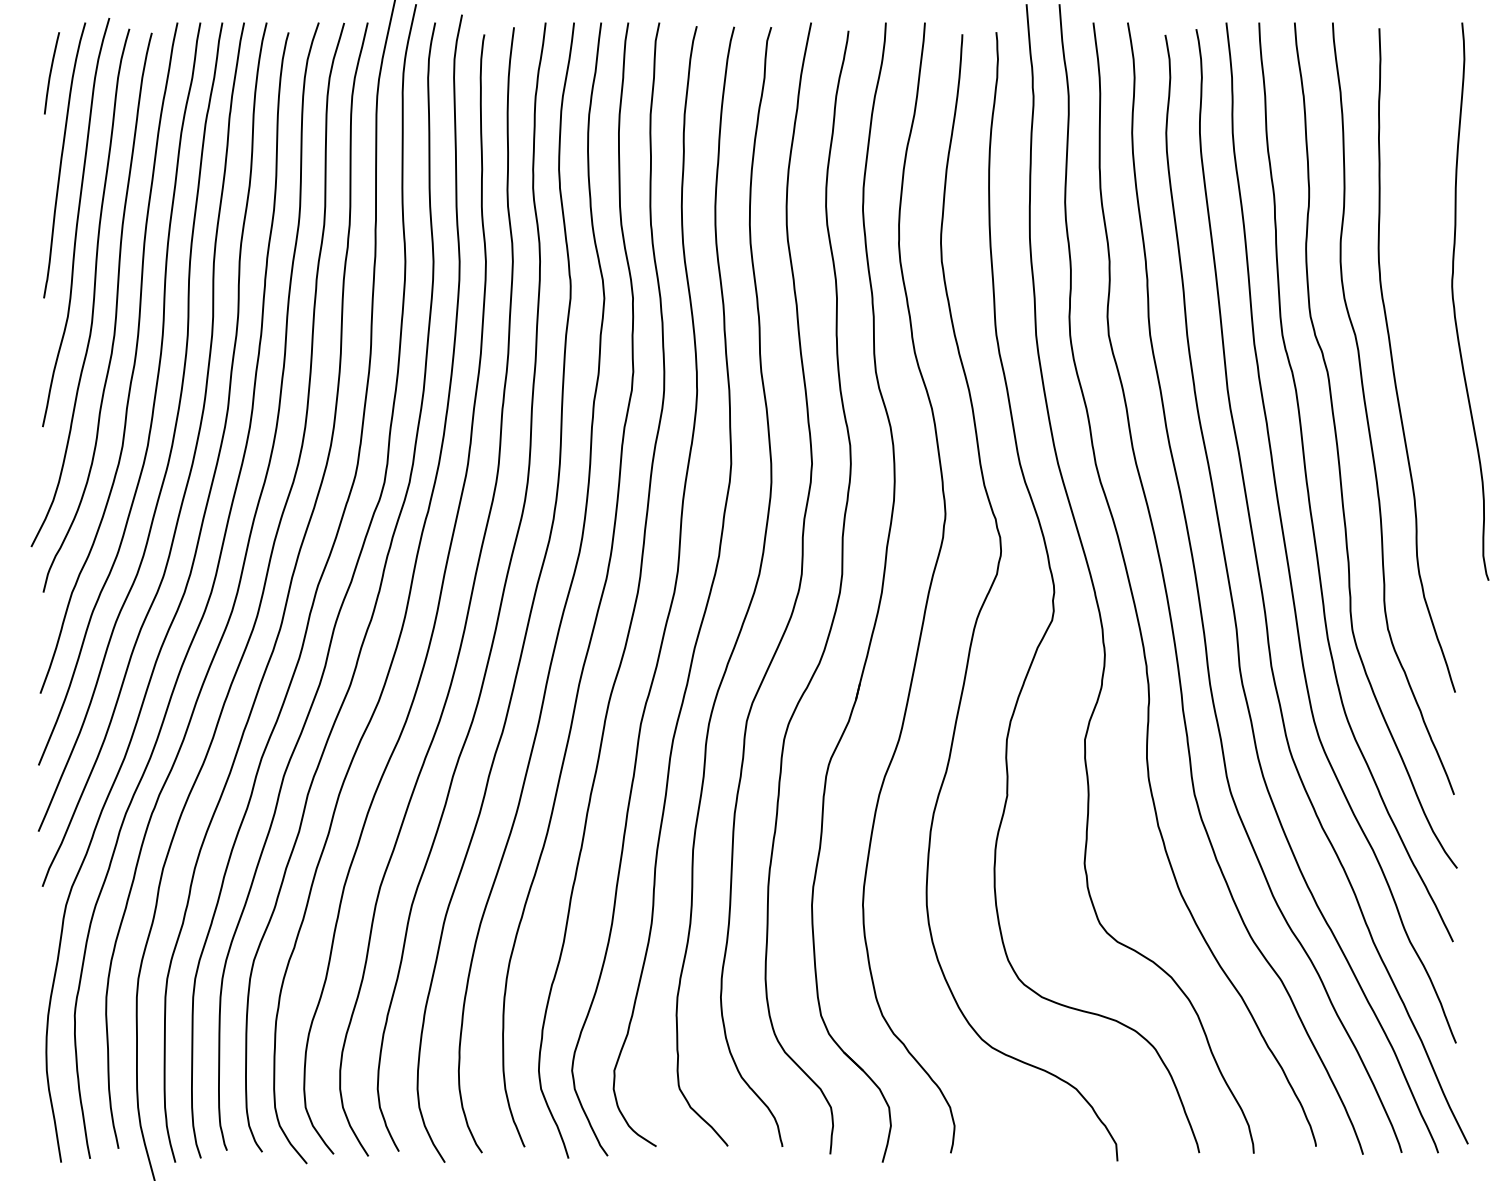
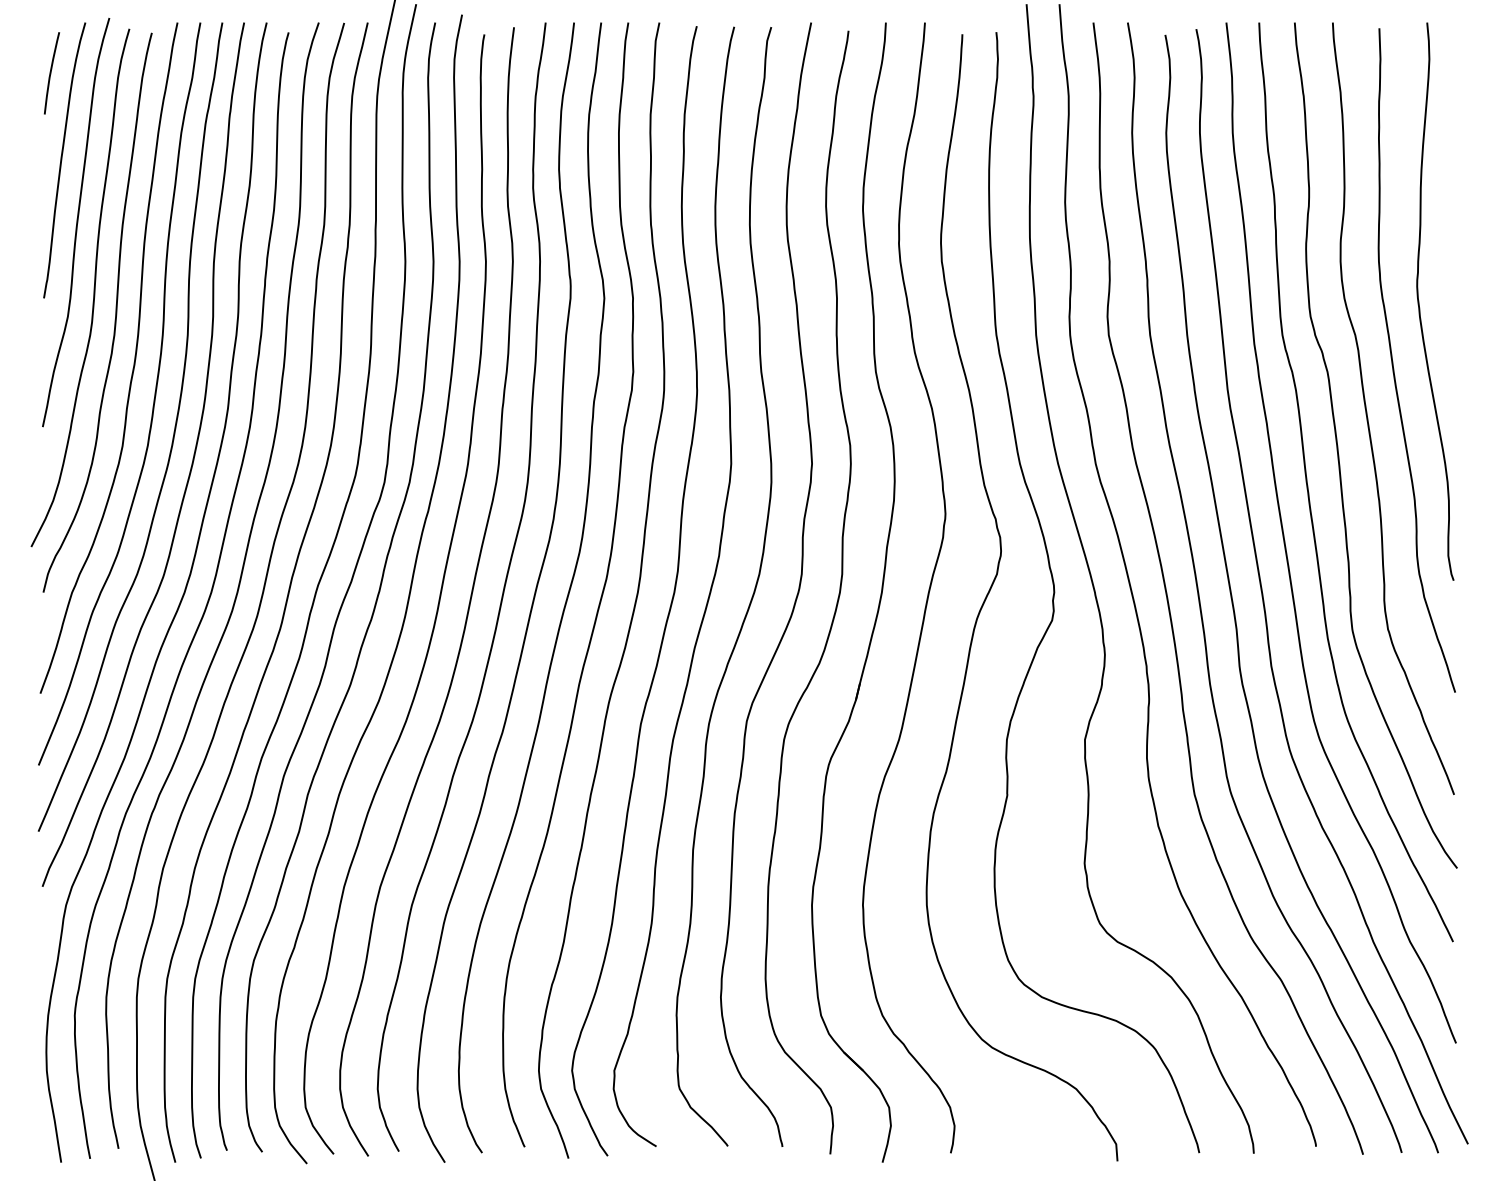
curve at (1454, 301) position: (1454, 301) -> (1419, 301)
